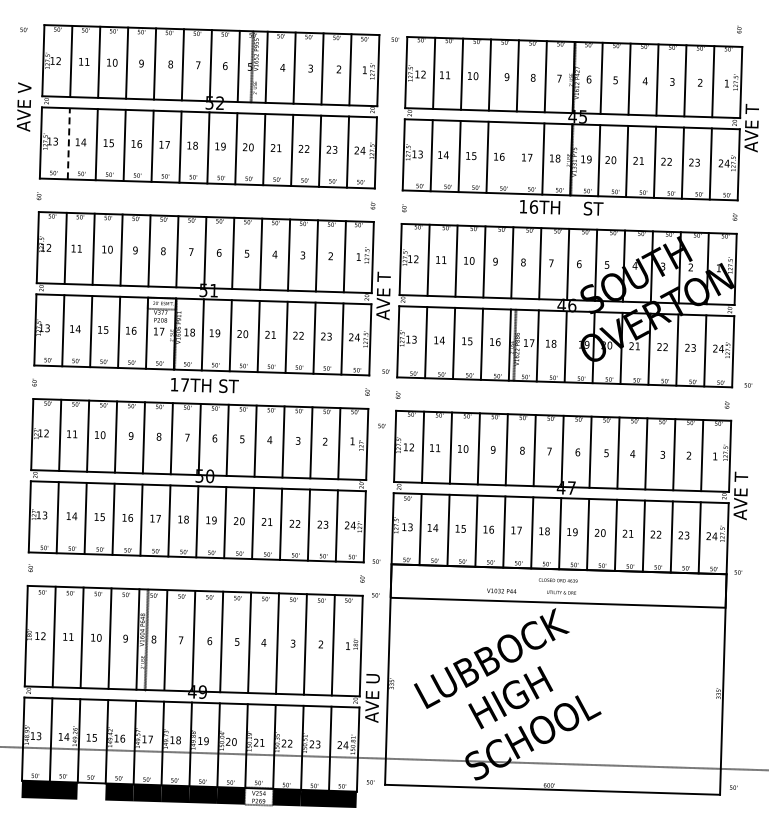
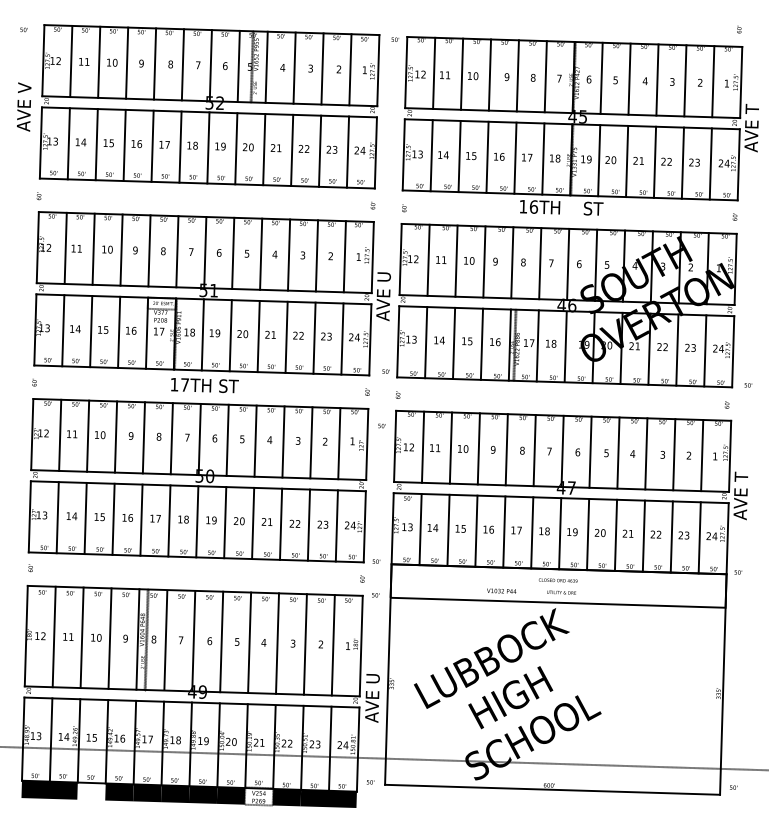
line at (68, 143): dashed -> solid
line at (515, 157): none -> present
text at (383, 296): AVE T -> AVE U
